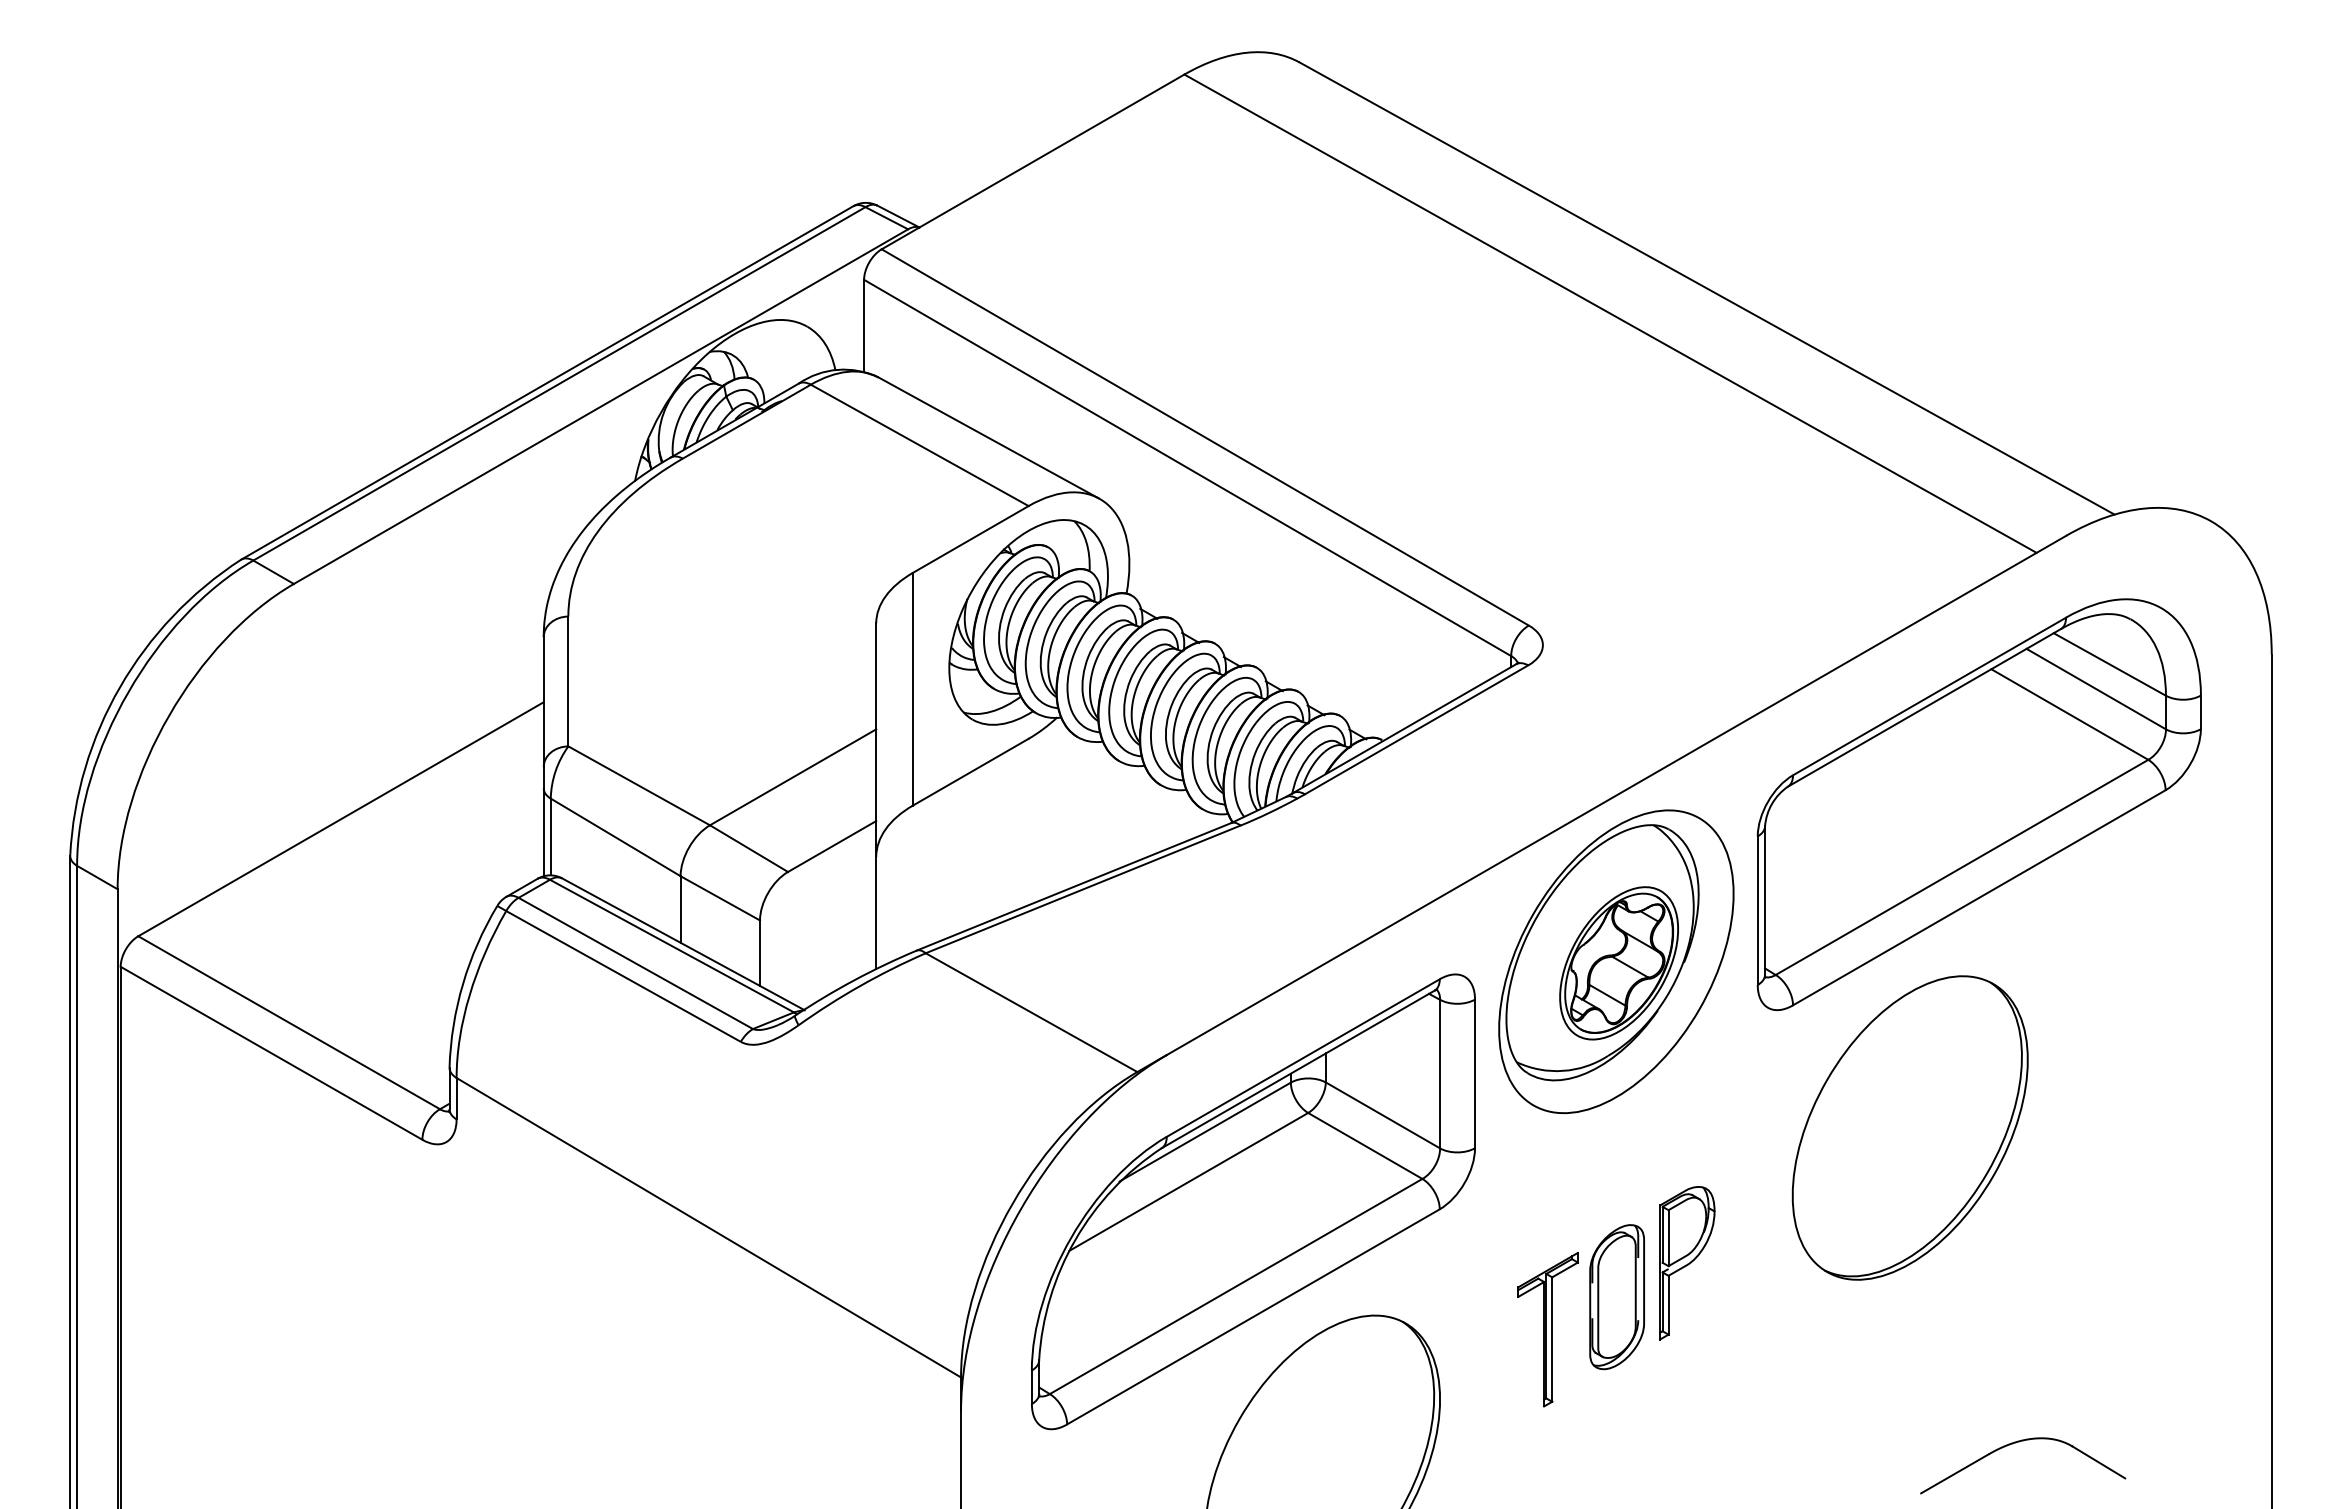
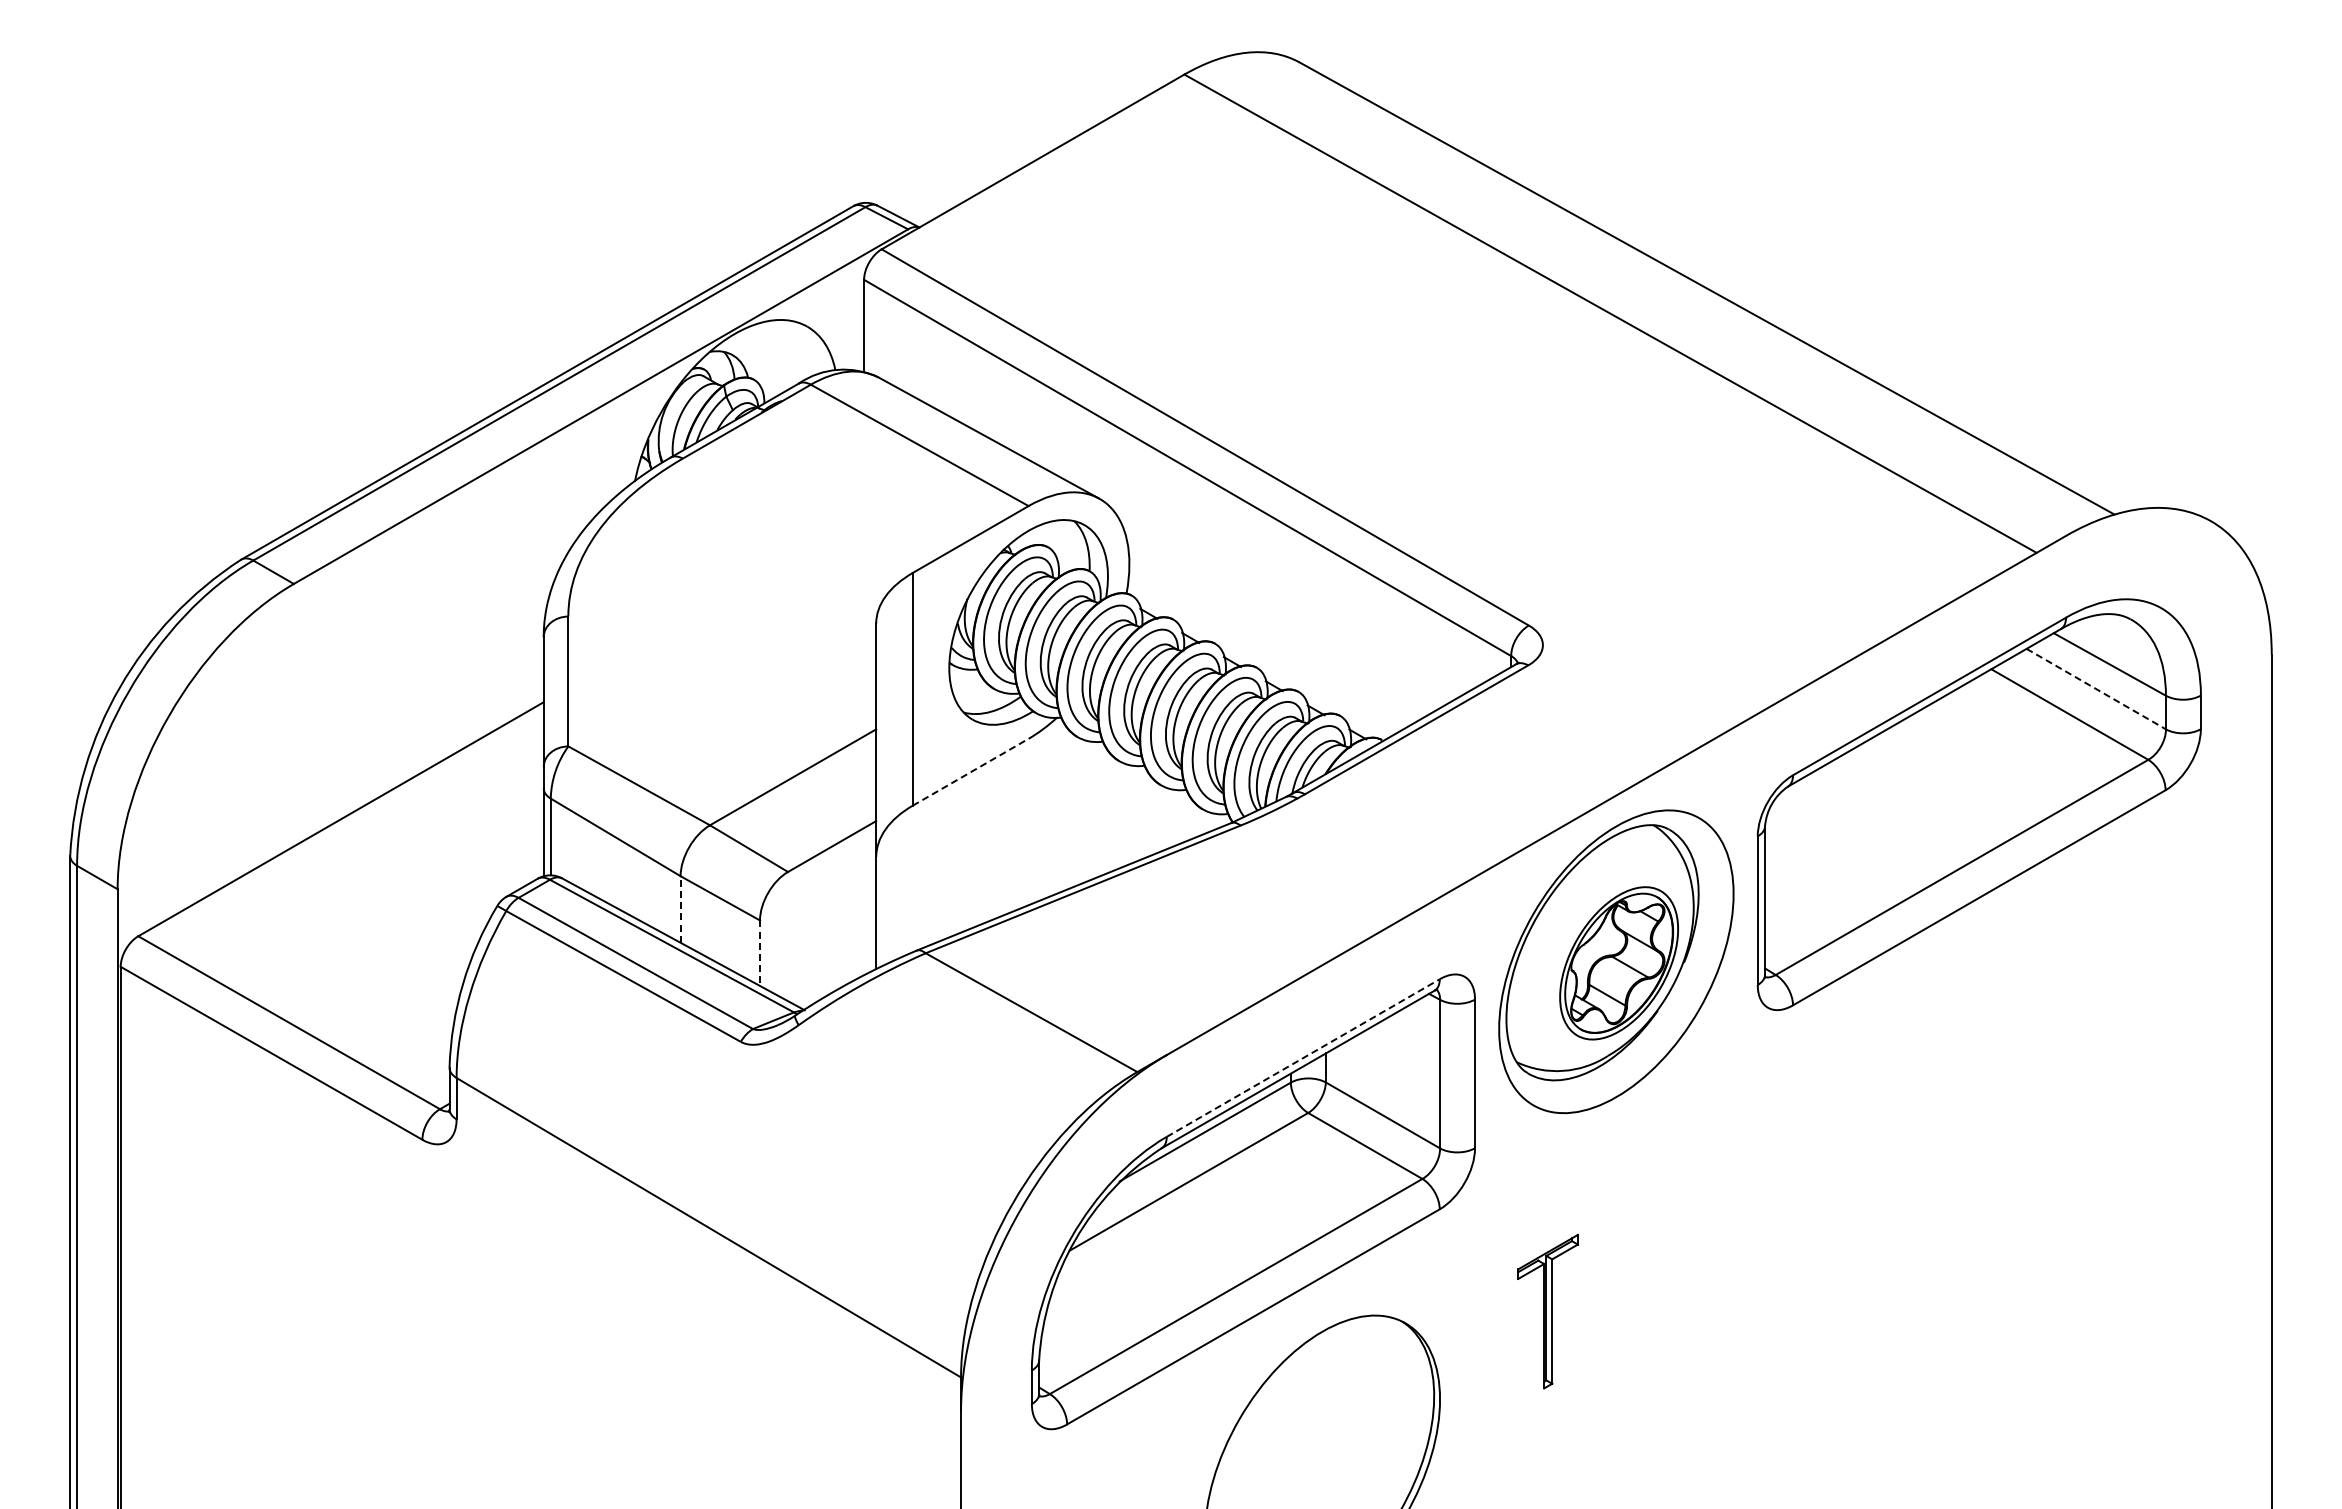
line at (2096, 689): solid -> dashed
line at (970, 772): solid -> dashed
line at (680, 908): solid -> dashed
line at (760, 953): solid -> dashed
line at (1303, 1058): solid -> dashed
part at (1909, 1127): present -> none
part at (1687, 1263): present -> none
part at (1616, 1297): present -> none
part at (1547, 1329) position: (1547, 1329) -> (1547, 1311)
part at (2019, 1442): present -> none
